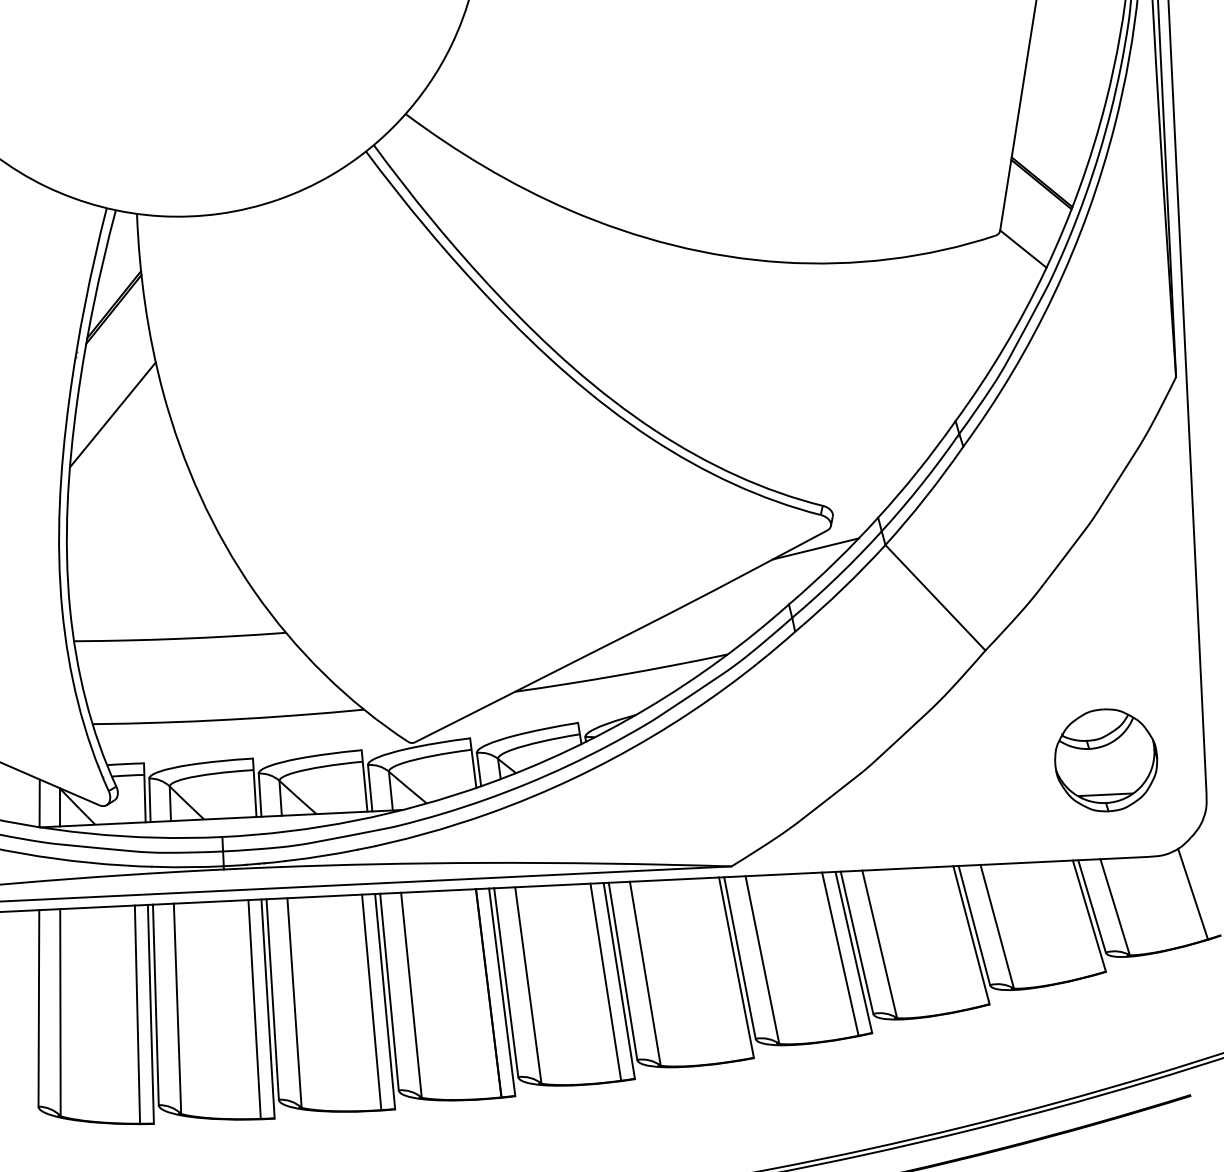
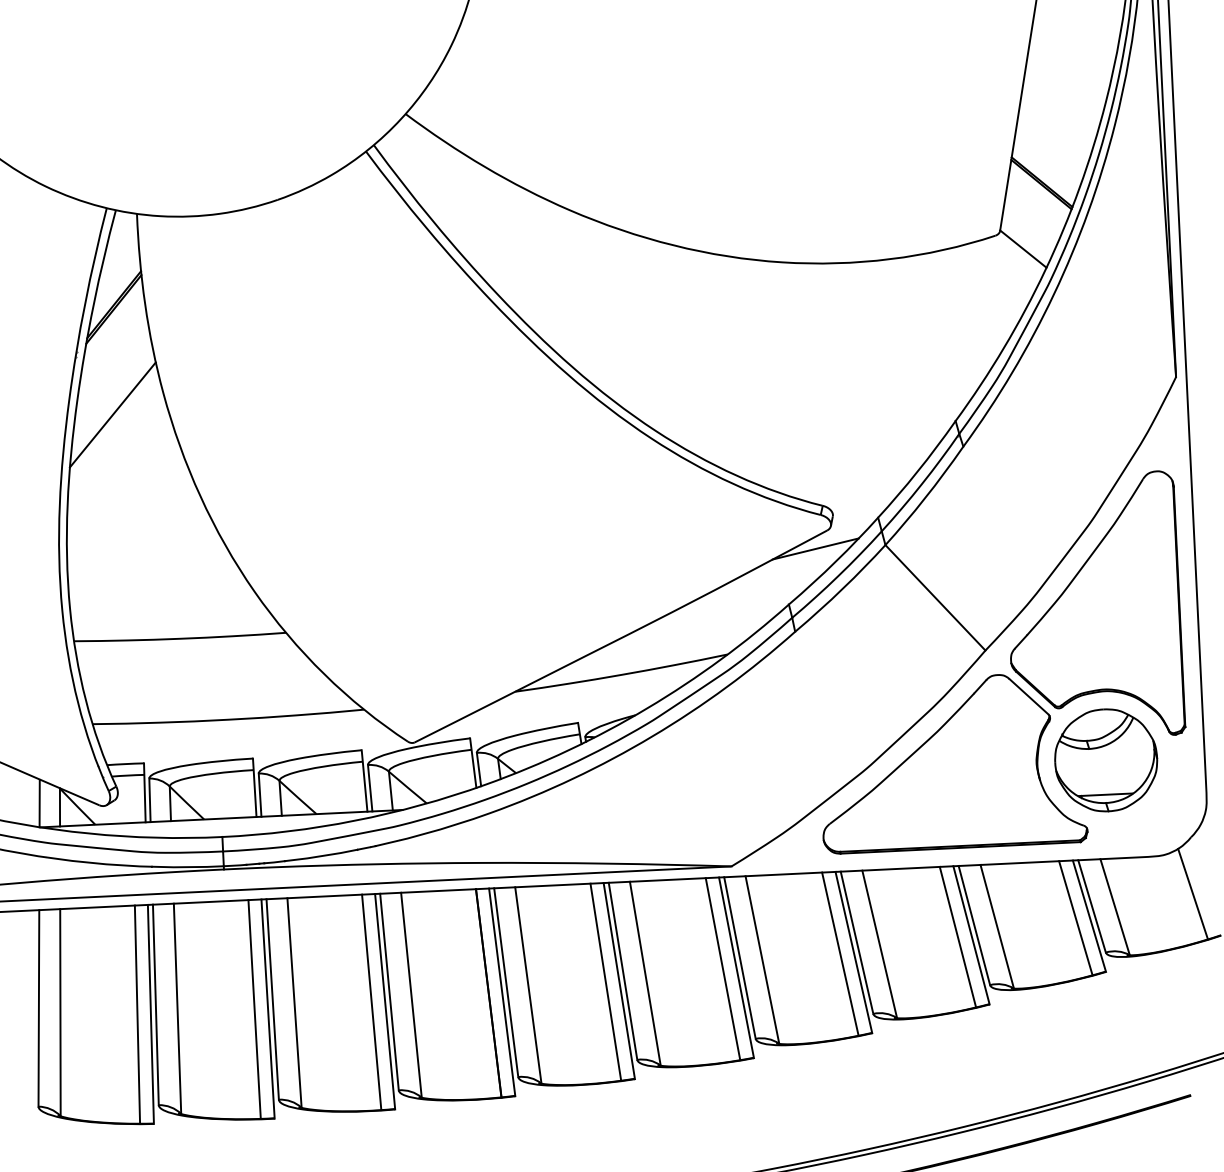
part at (1004, 662): none -> present
line at (1075, 918): none -> present
line at (957, 936): none -> present
line at (722, 969): none -> present
